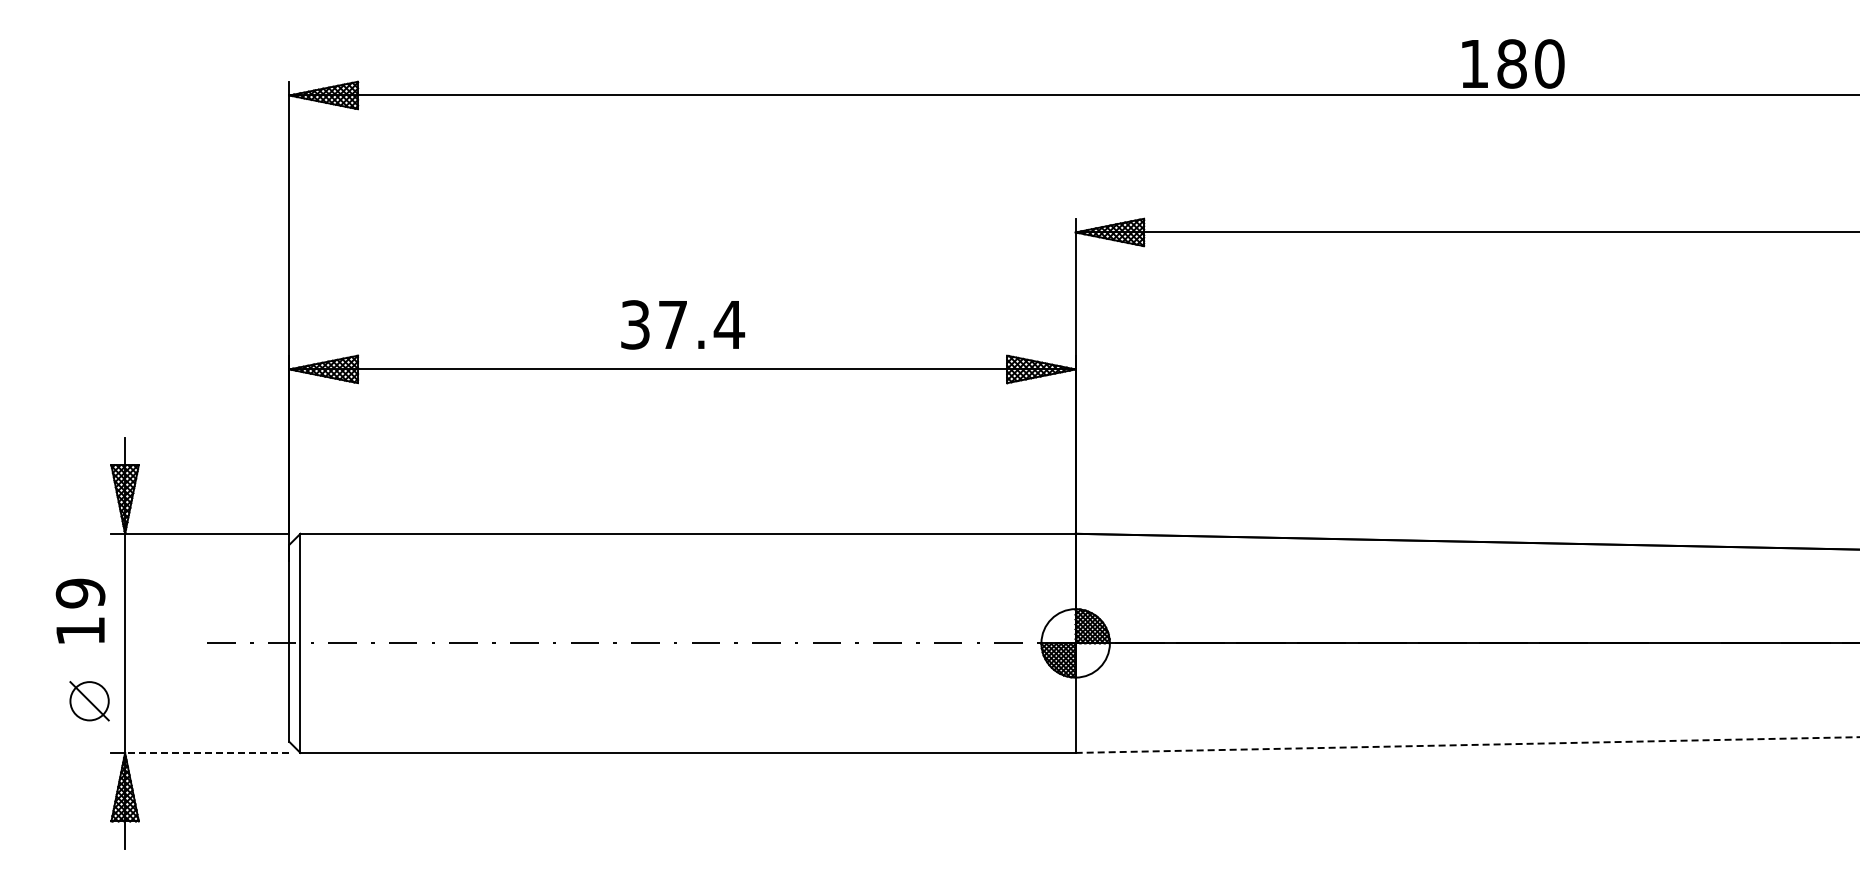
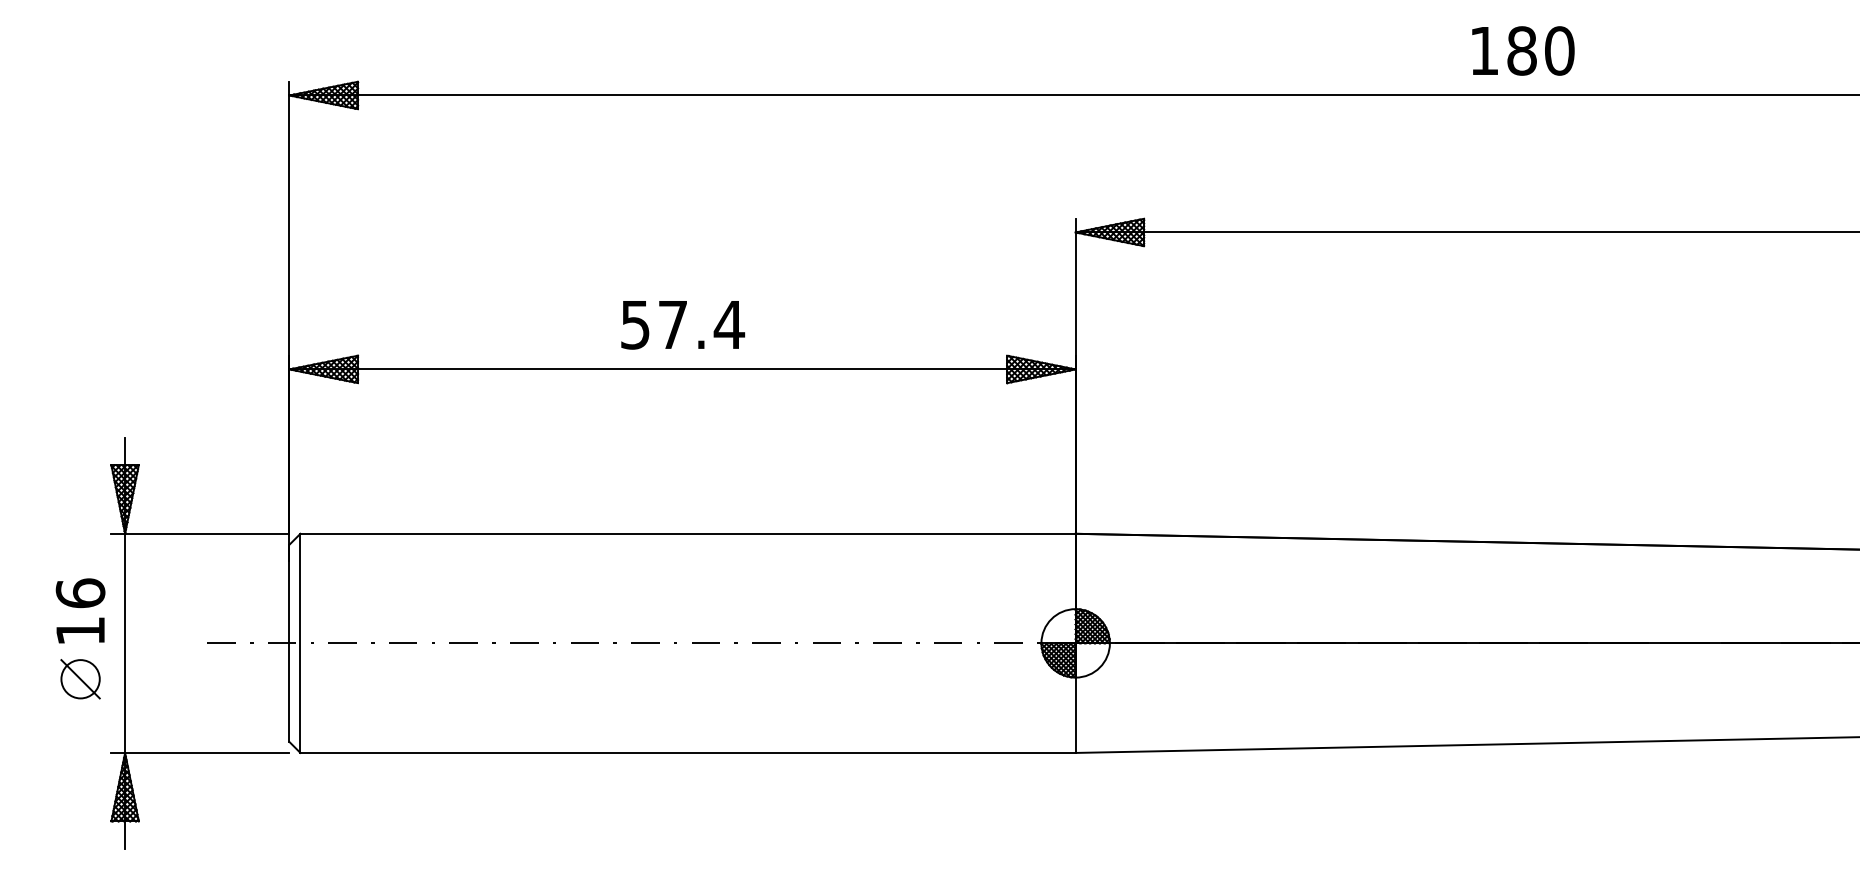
text at (1513, 63) position: (1513, 63) -> (1523, 50)
text at (635, 324): 37.4 -> 57.4
text at (80, 593): 19 -> 16
part at (89, 701) position: (89, 701) -> (80, 679)
line at (1467, 745): dashed -> solid
line at (206, 752): dashed -> solid
